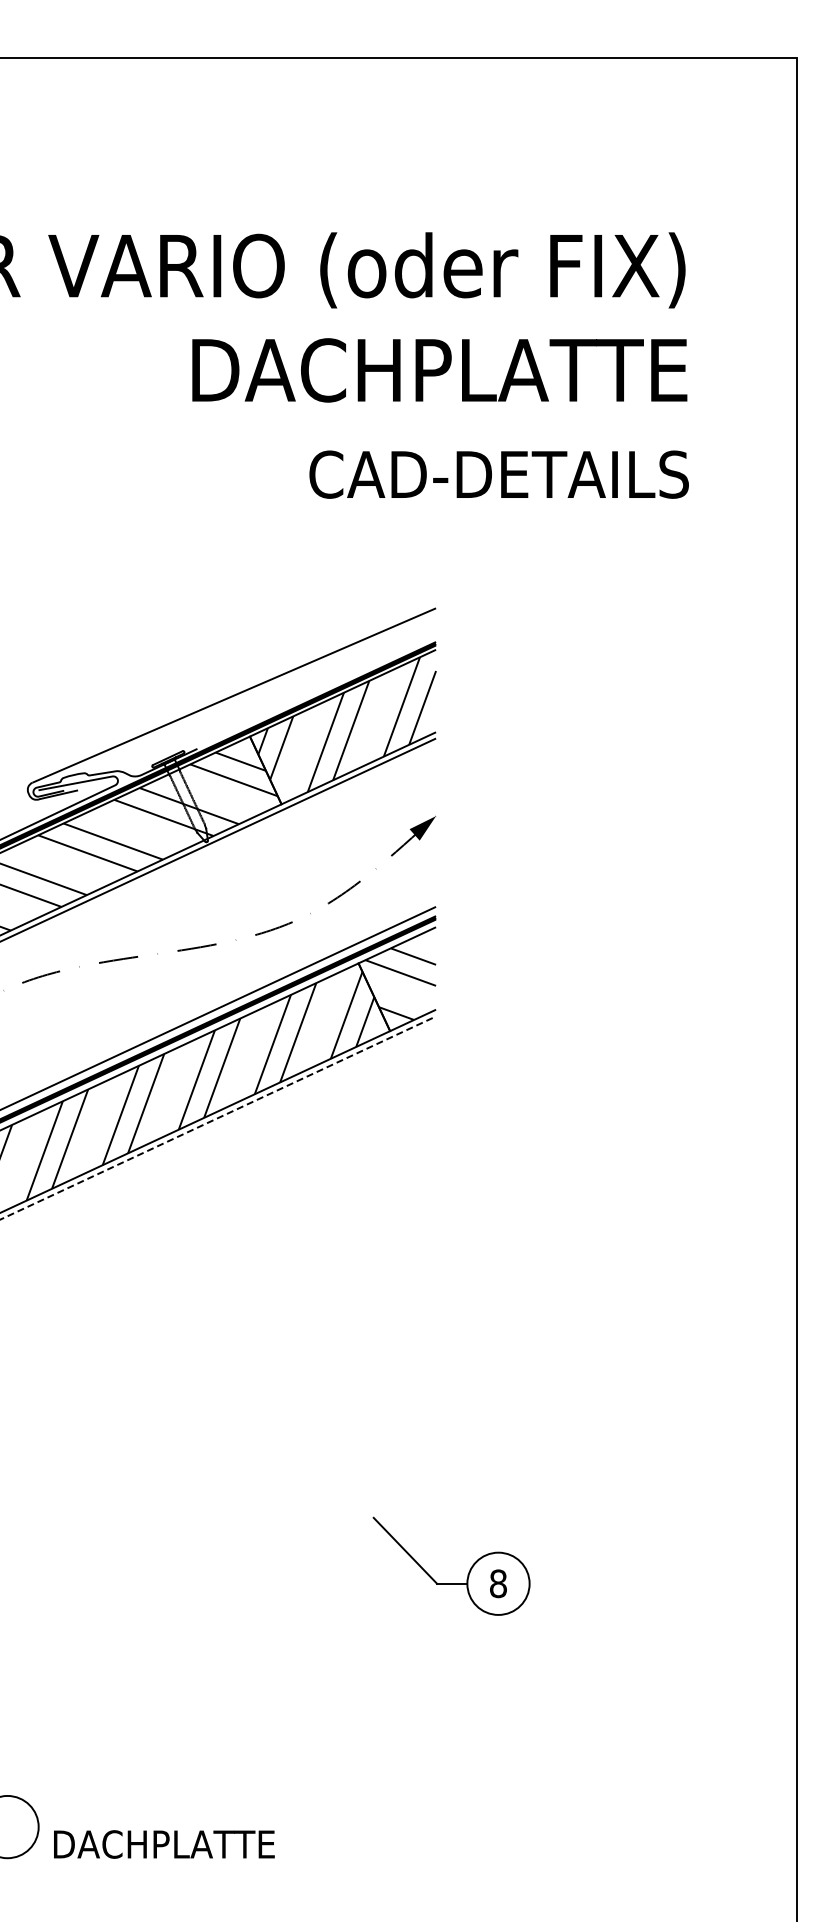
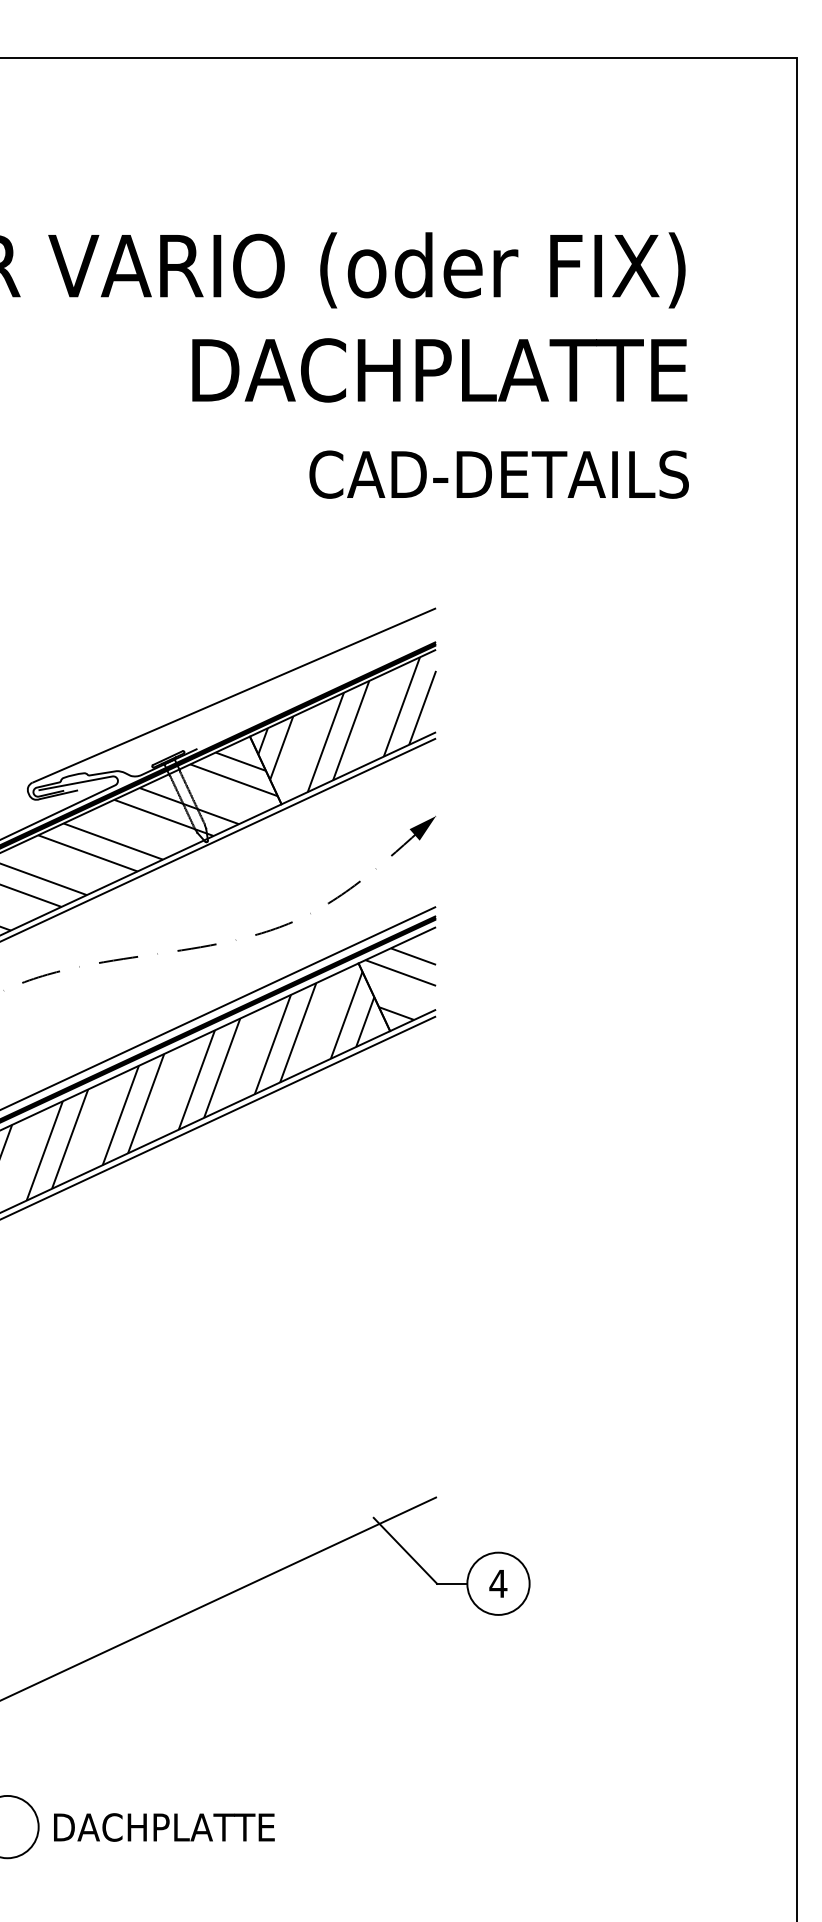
line at (218, 1117): dashed -> solid
text at (498, 1583): 8 -> 4
line at (219, 1598): none -> present
text at (164, 1844) position: (164, 1844) -> (164, 1827)
